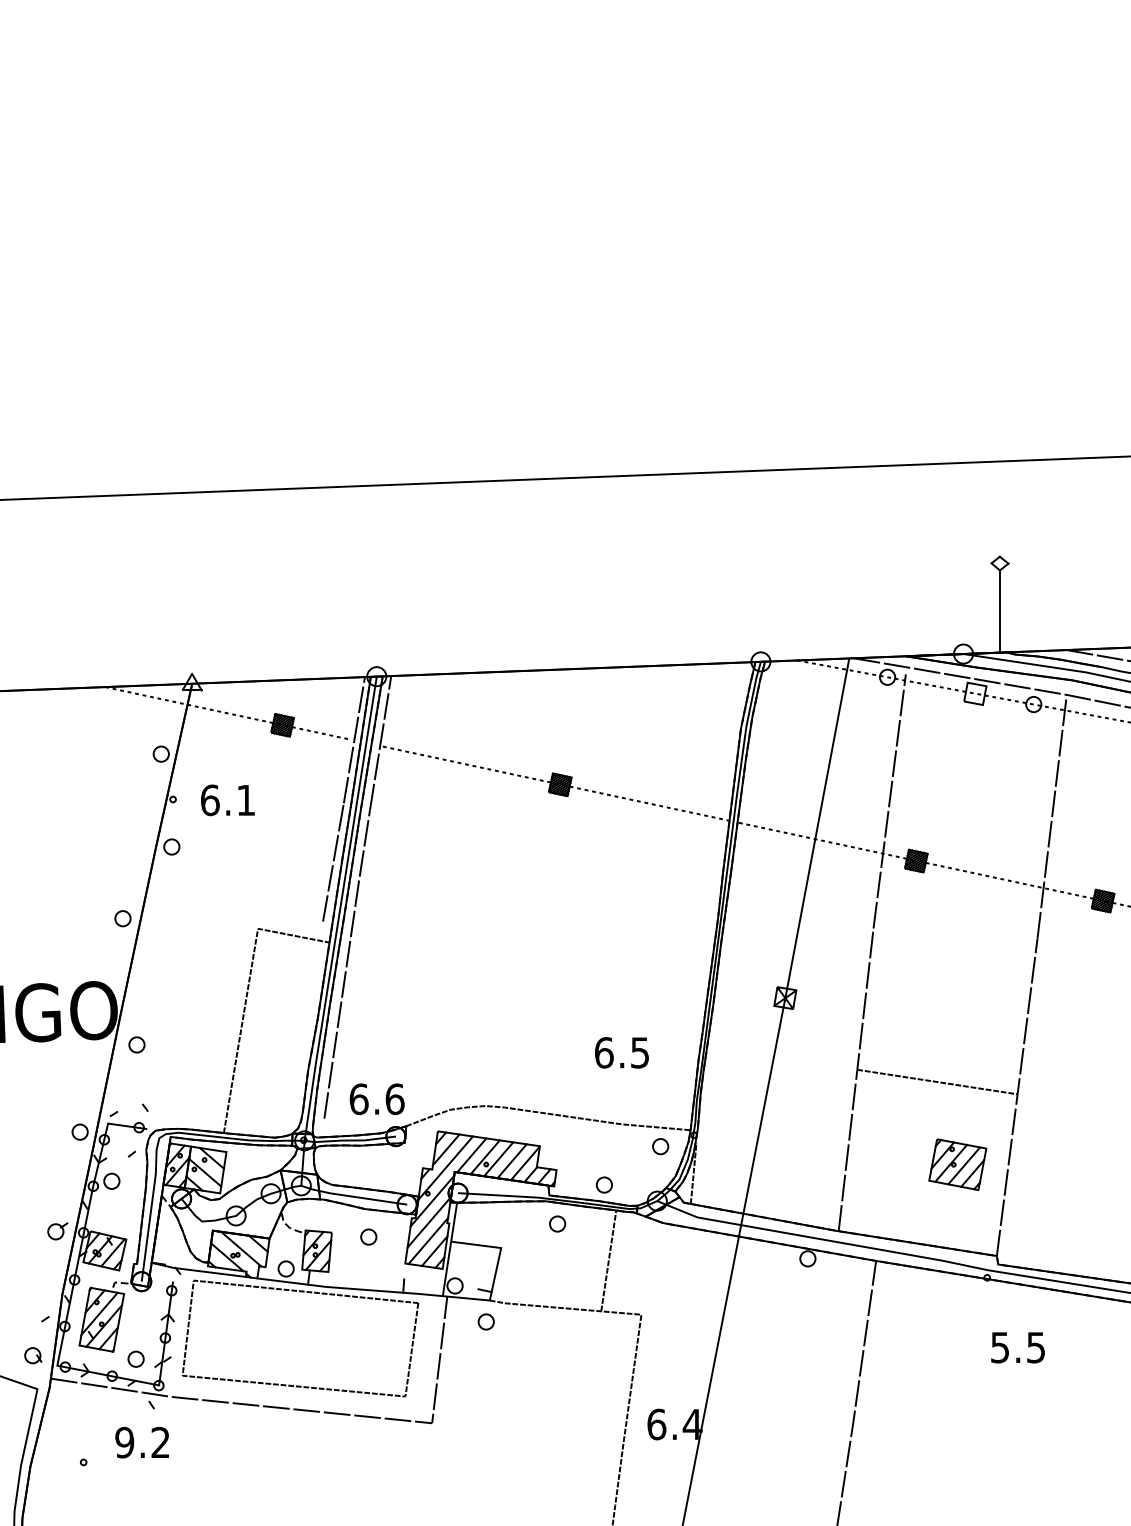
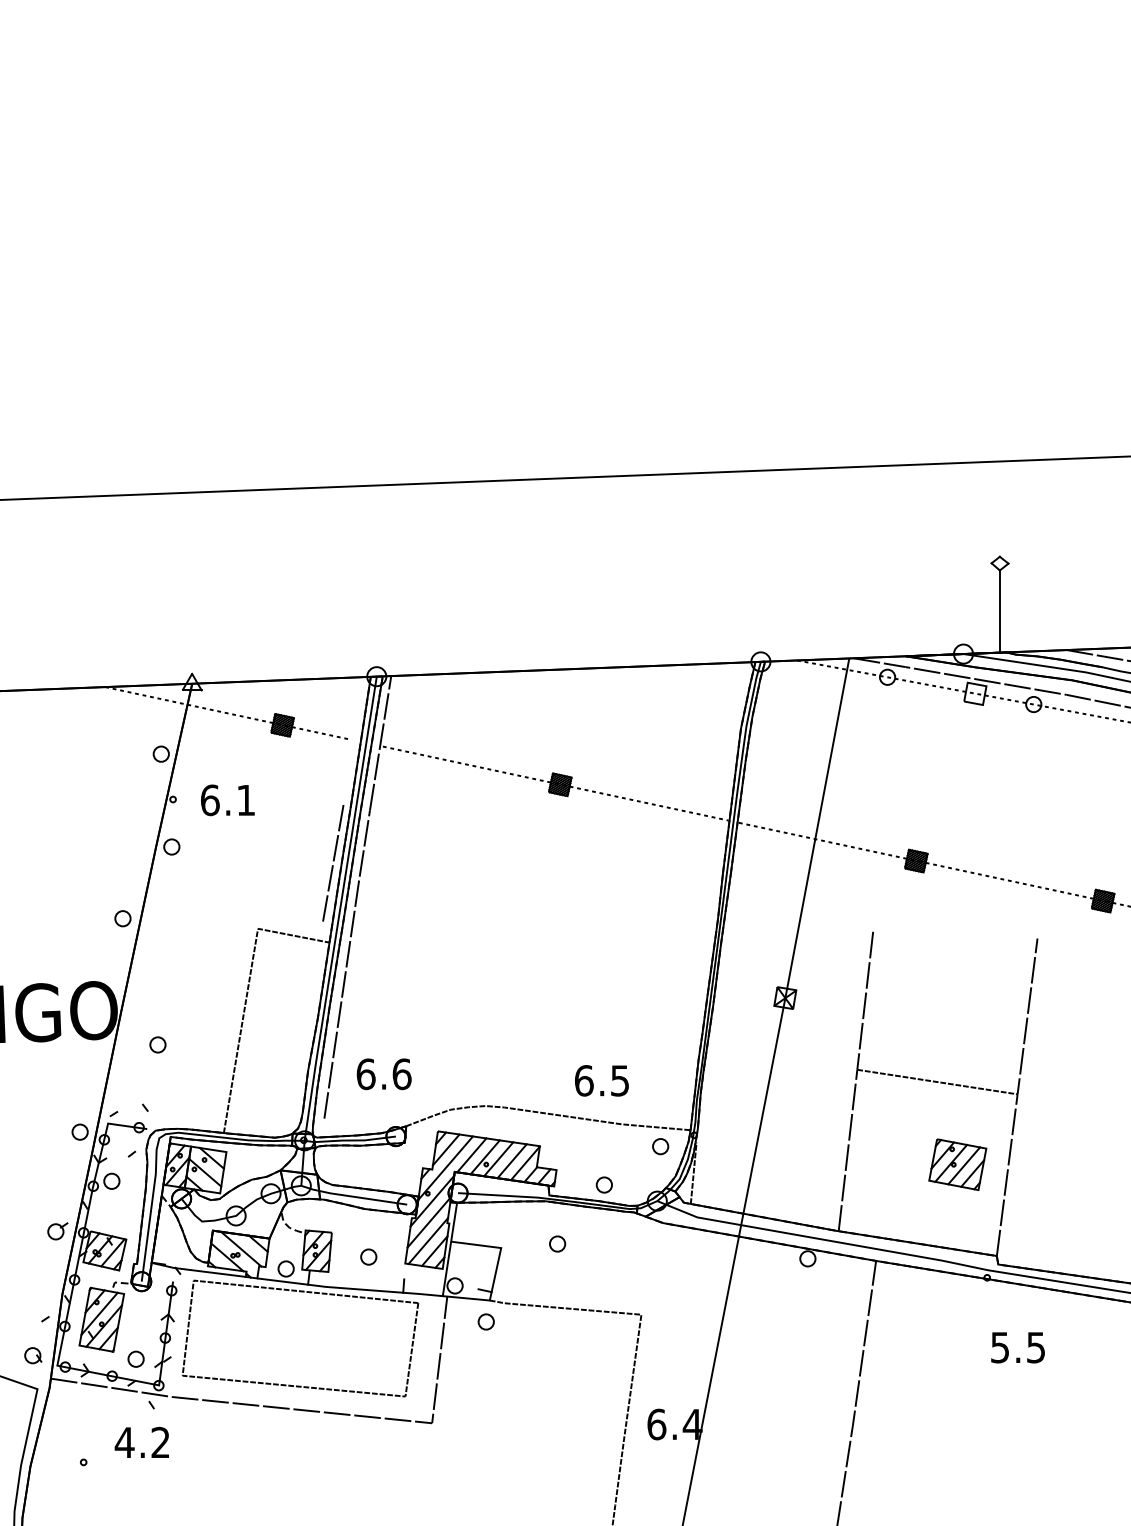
line at (353, 740): present -> none
line at (889, 801): present -> none
line at (1051, 816): present -> none
part at (136, 1044) position: (136, 1044) -> (157, 1044)
text at (621, 1052) position: (621, 1052) -> (601, 1080)
text at (376, 1099) position: (376, 1099) -> (383, 1074)
part at (557, 1223) position: (557, 1223) -> (557, 1243)
part at (368, 1236) position: (368, 1236) -> (368, 1256)
line at (608, 1260): present -> none
text at (124, 1442): 9.2 -> 4.2
